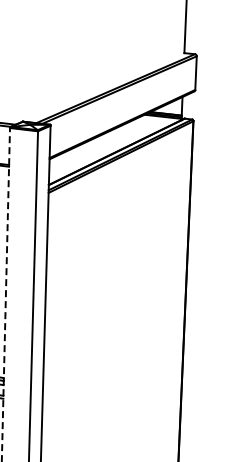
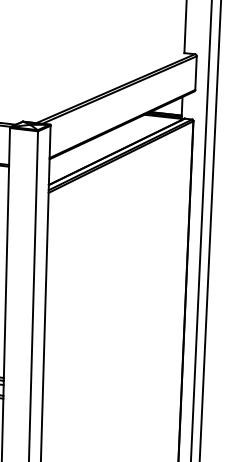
line at (201, 230): none -> present
line at (210, 230): none -> present
line at (5, 294): dashed -> solid
